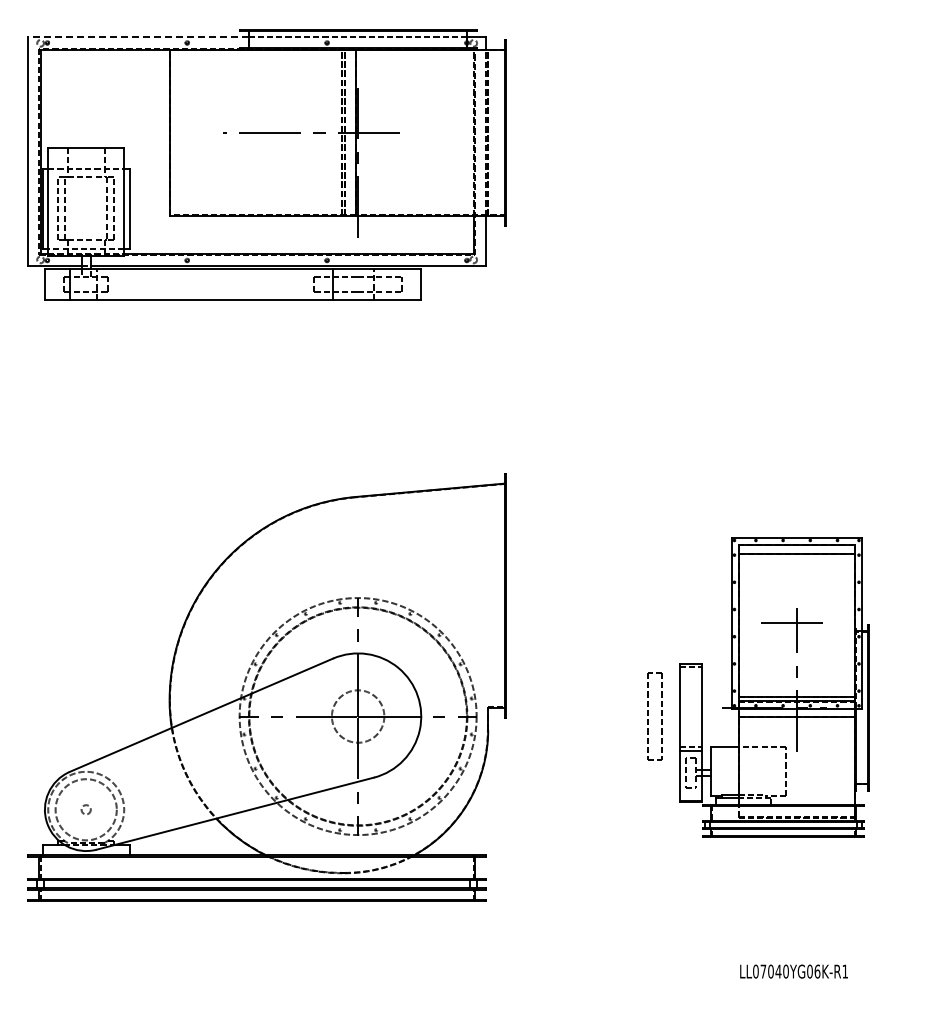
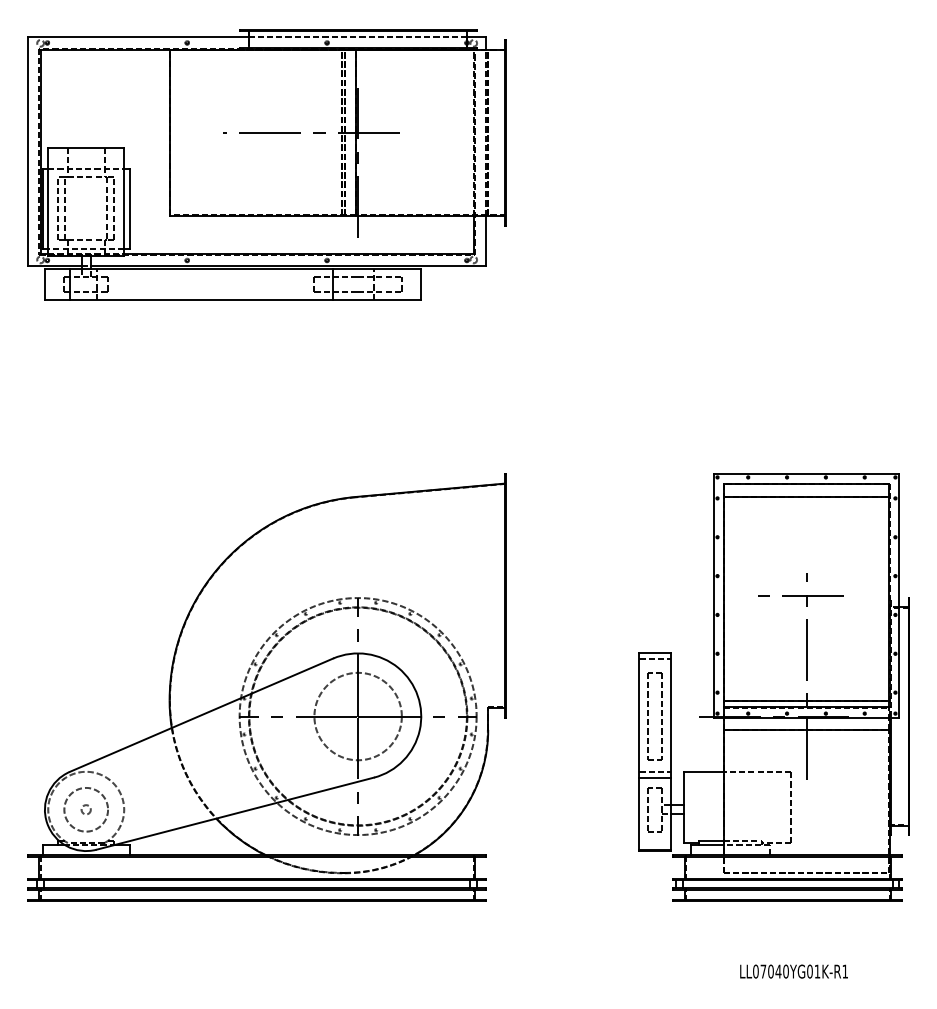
line at (137, 37): dashed -> solid
part at (774, 687) size: 191x301 px -> 272x429 px
circle at (357, 716) diameter: 52 px -> 87 px
circle at (85, 809) diameter: 61 px -> 44 px
text at (817, 971): LL07040YG06K-R1 -> LL07040YG01K-R1
